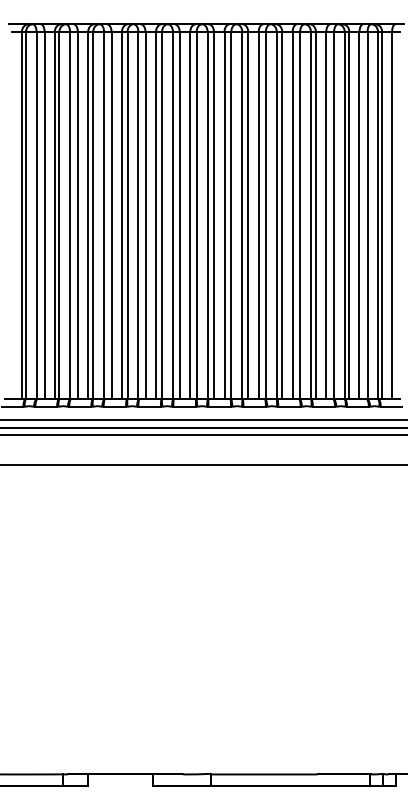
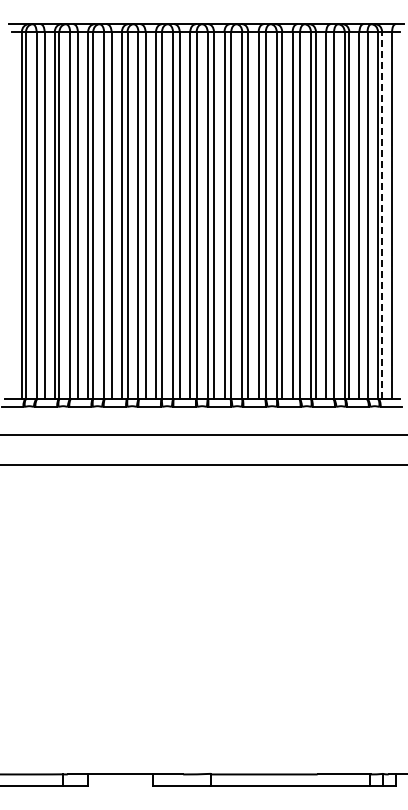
line at (382, 215): solid -> dashed
line at (203, 420): present -> none
line at (203, 427): present -> none
